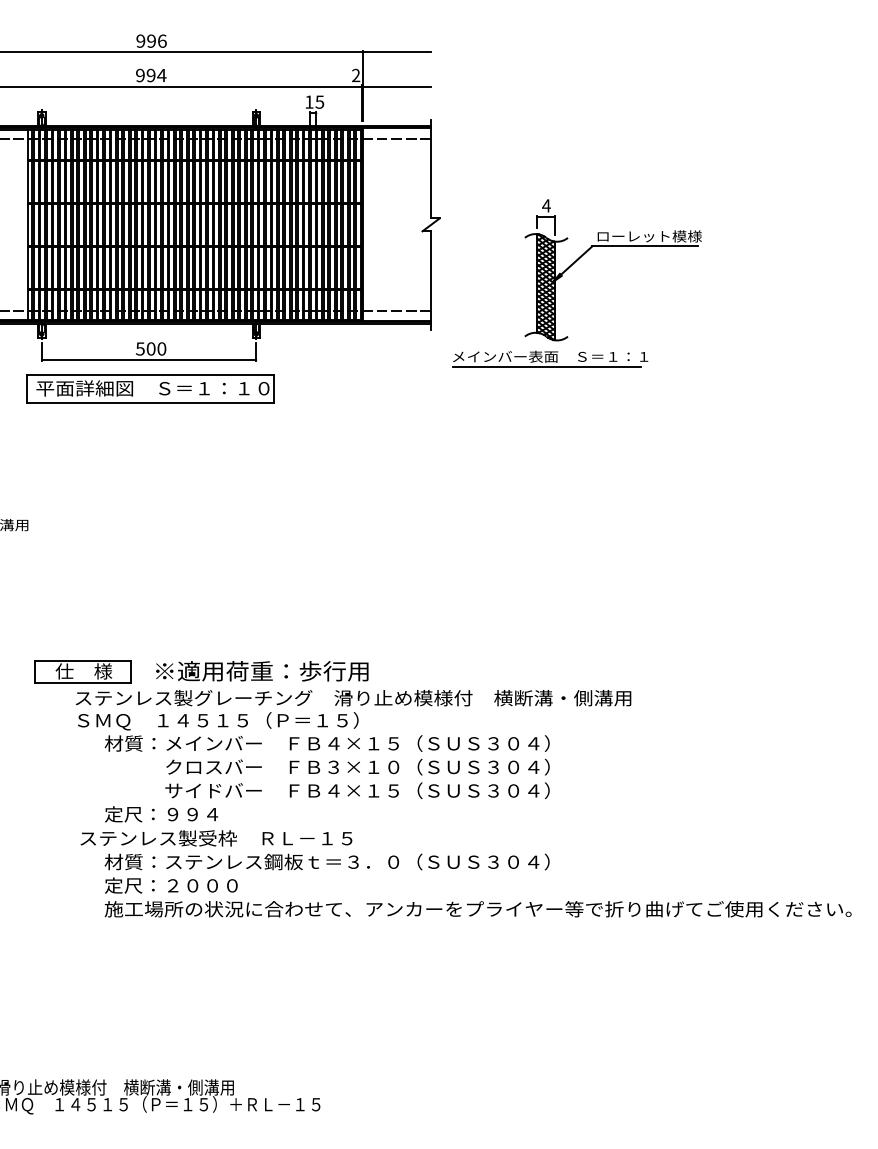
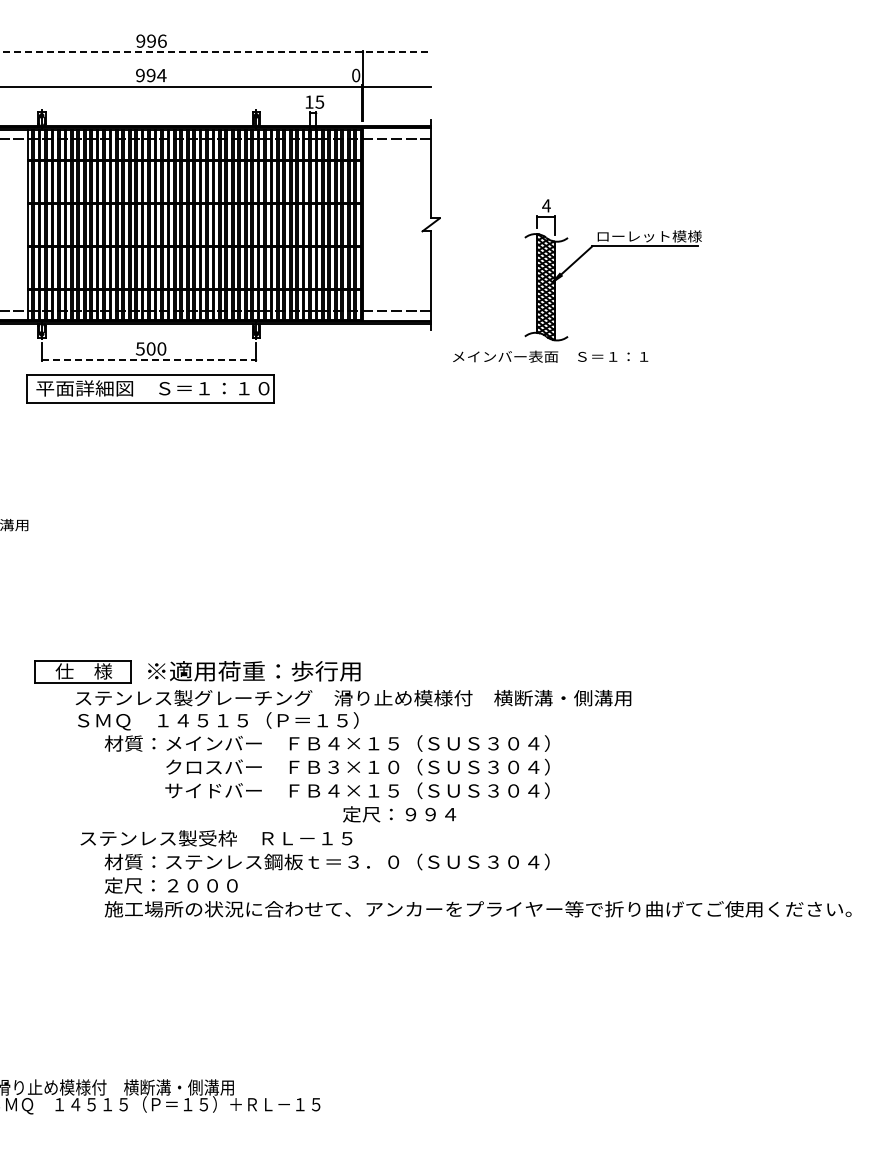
line at (216, 52): solid -> dashed
text at (356, 75): 2 -> 0
line at (149, 360): solid -> dashed
line at (546, 366): present -> none
text at (262, 671) position: (262, 671) -> (254, 671)
text at (161, 814) position: (161, 814) -> (399, 814)
